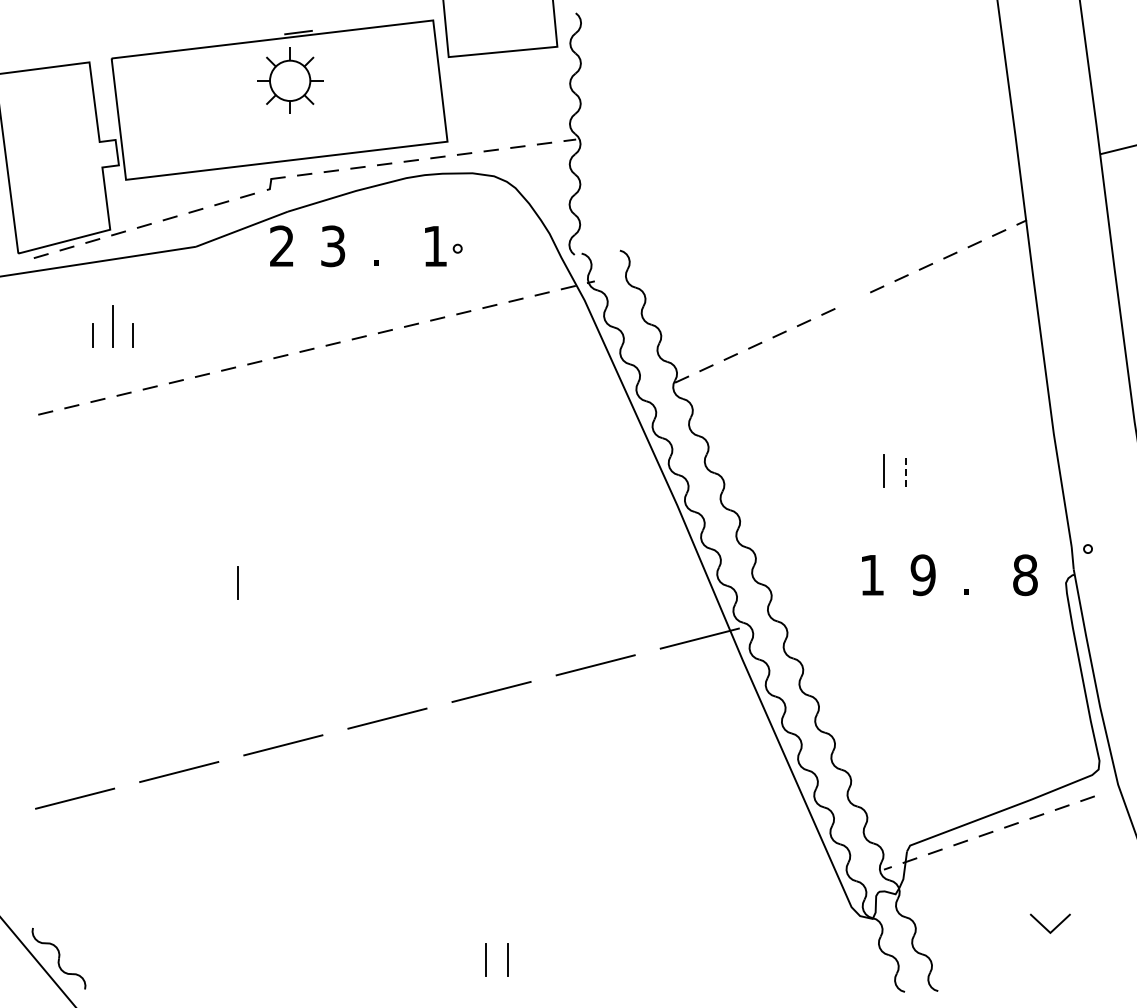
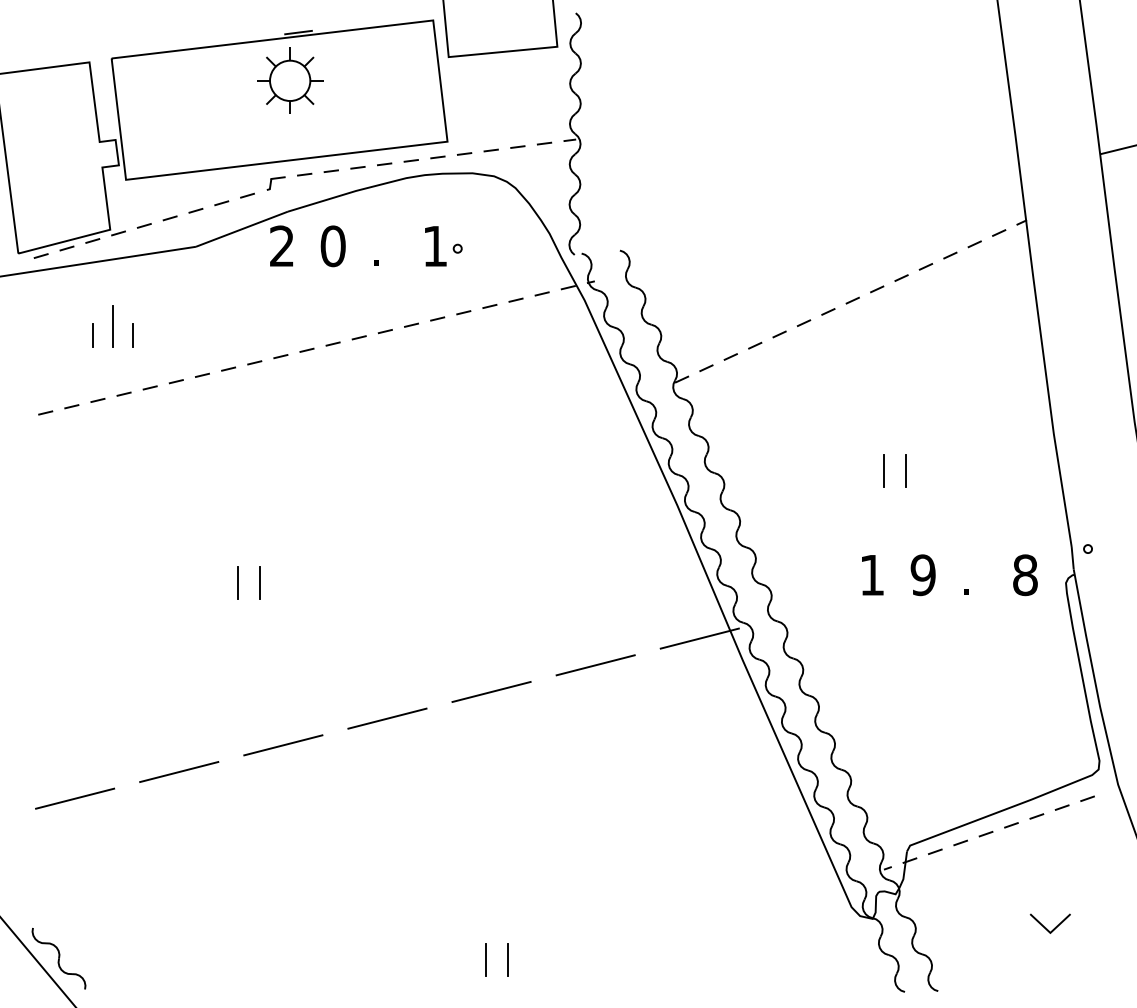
text at (332, 246): 3 -> 0
line at (852, 300): none -> present
line at (905, 470): dashed -> solid
line at (259, 582): none -> present
